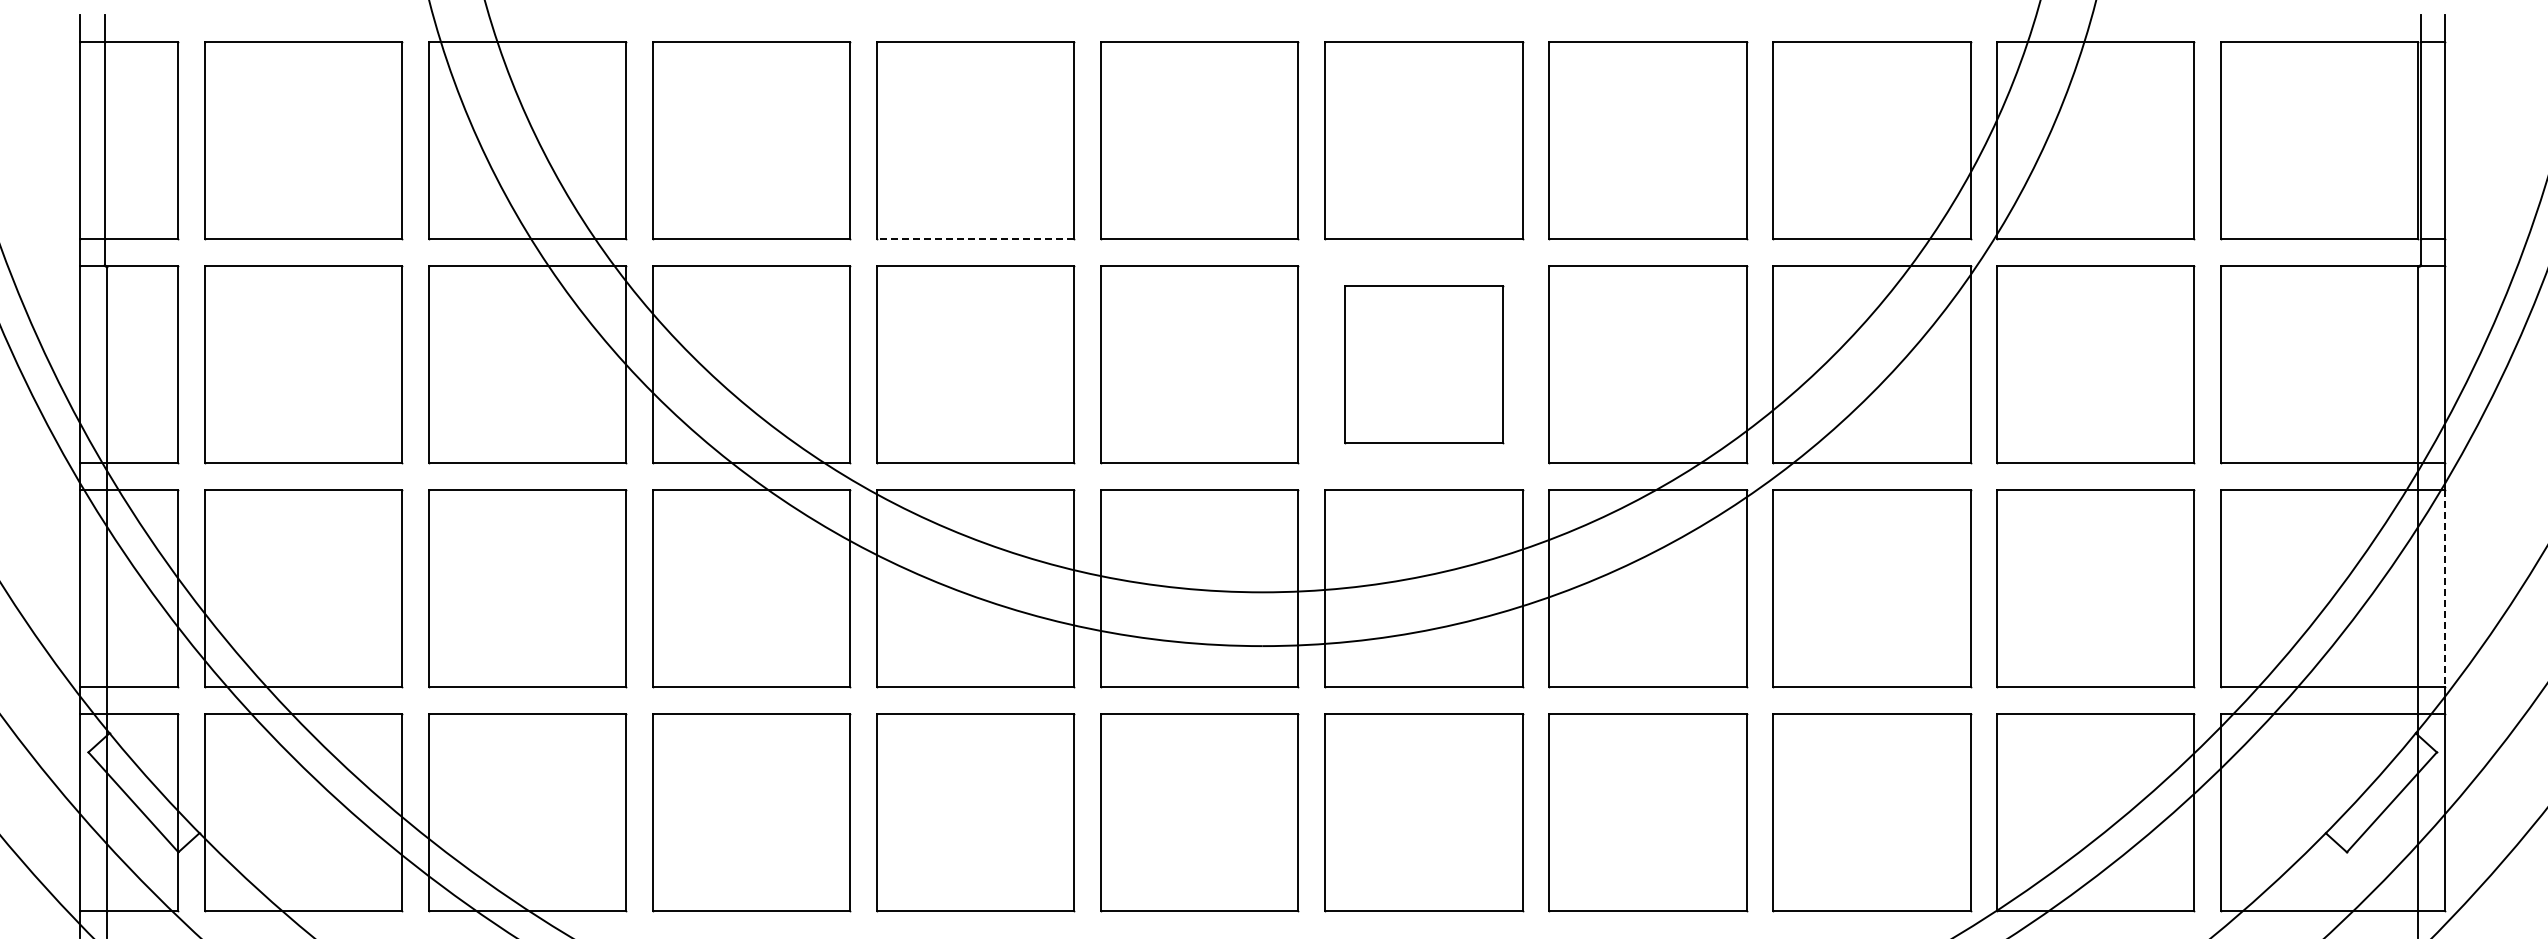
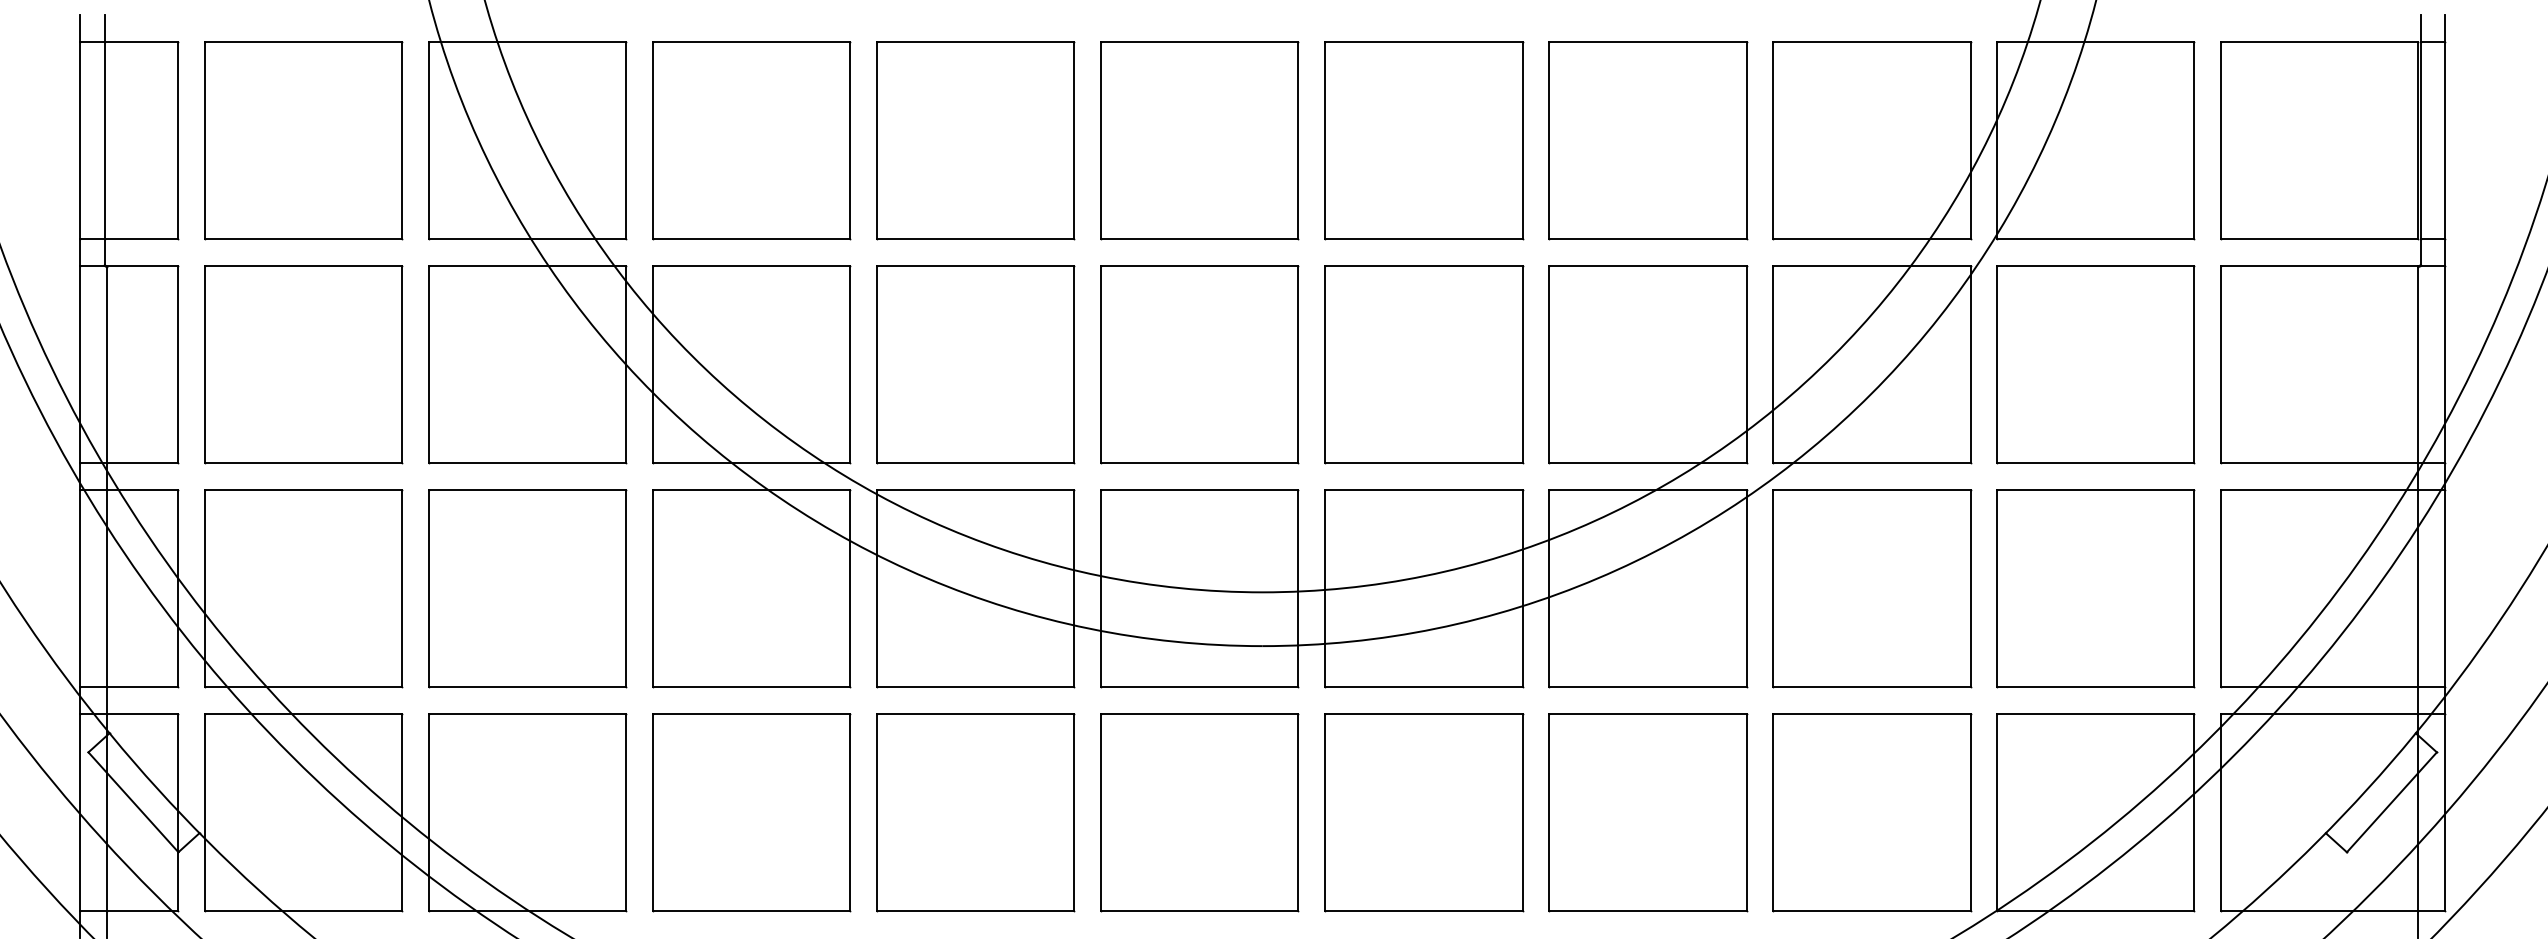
line at (975, 238): dashed -> solid
part at (1424, 364) size: 161x160 px -> 201x200 px
line at (2445, 588): dashed -> solid
